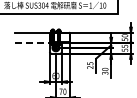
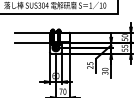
line at (33, 42): dashed -> solid
